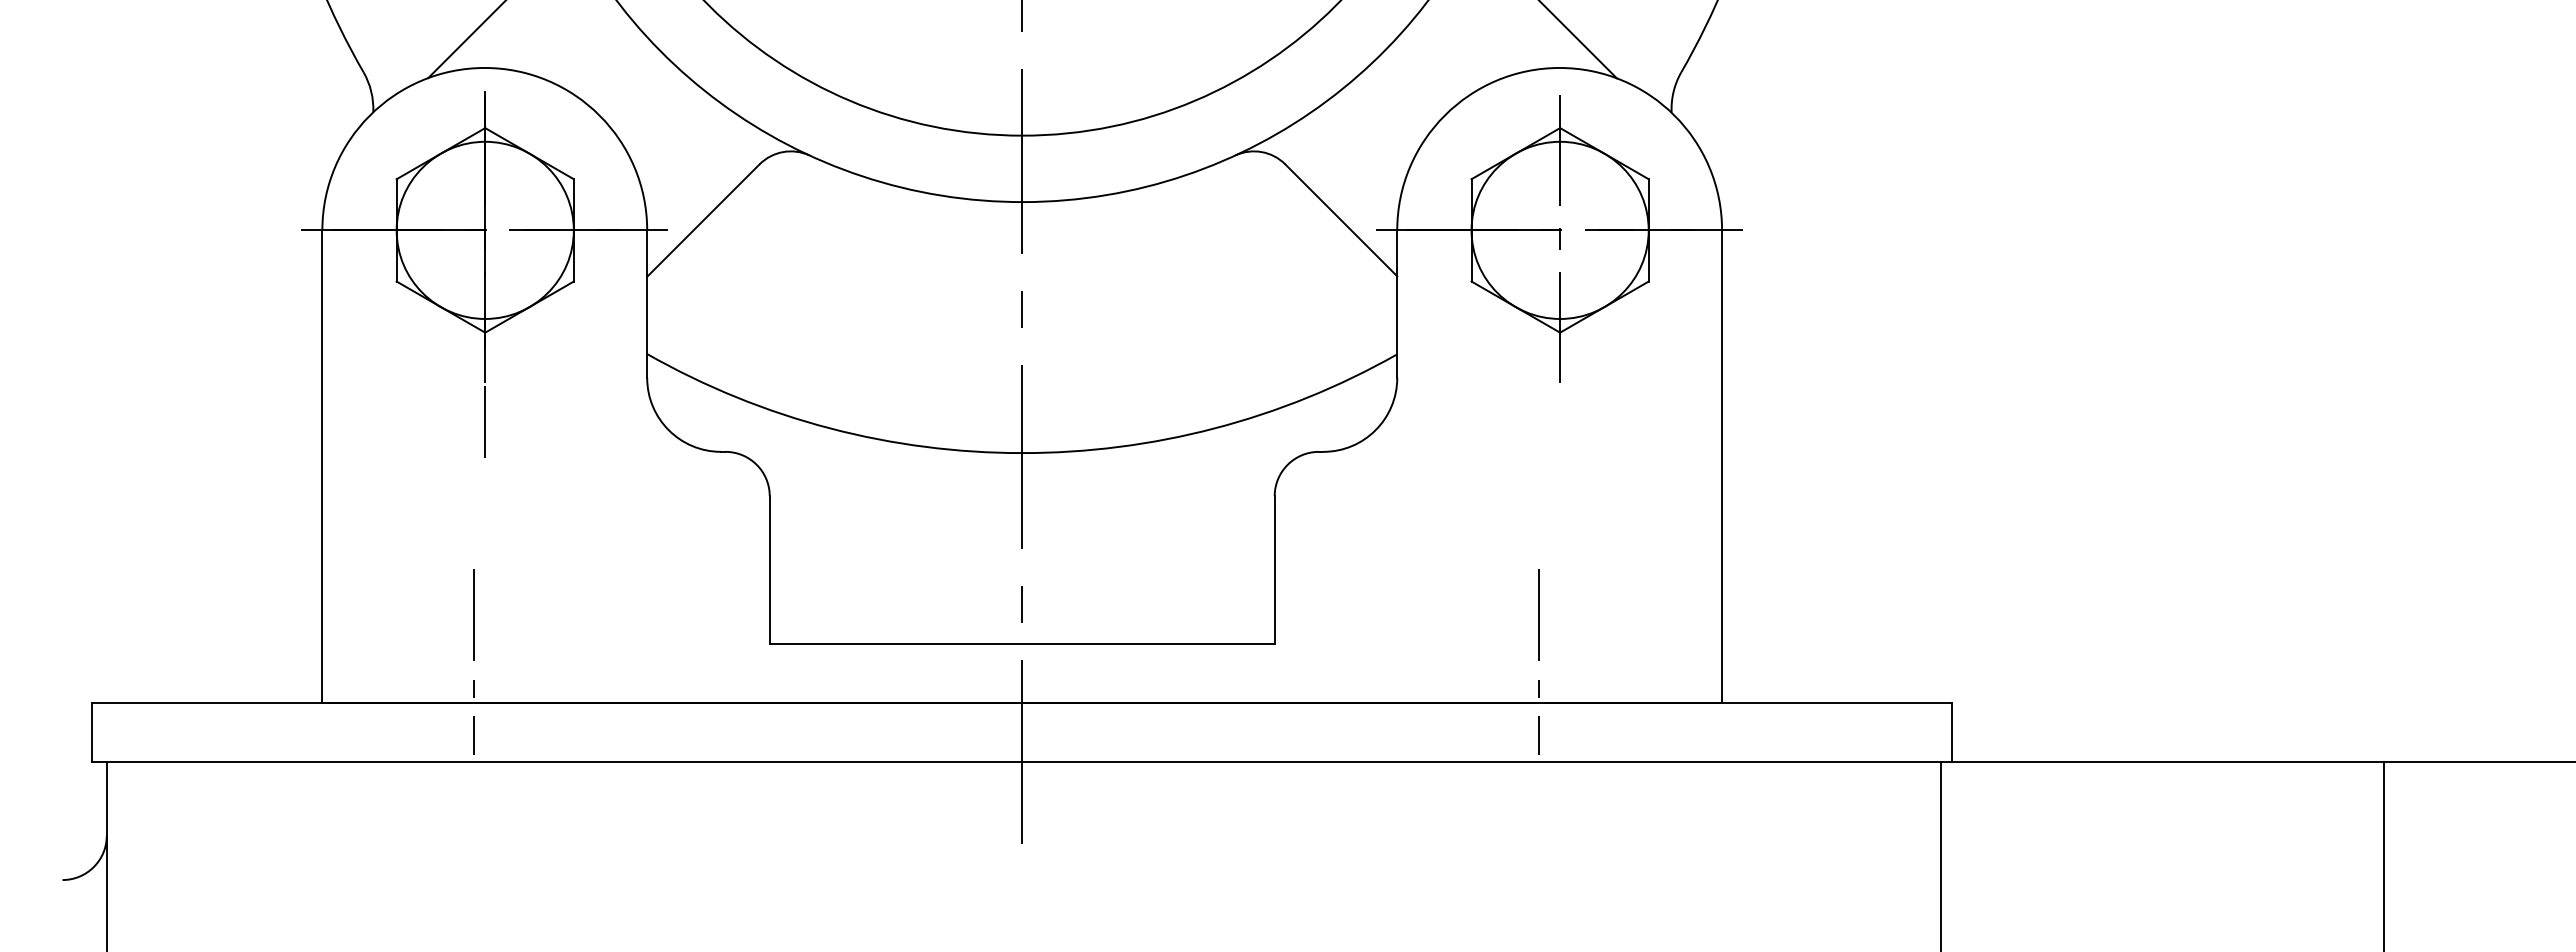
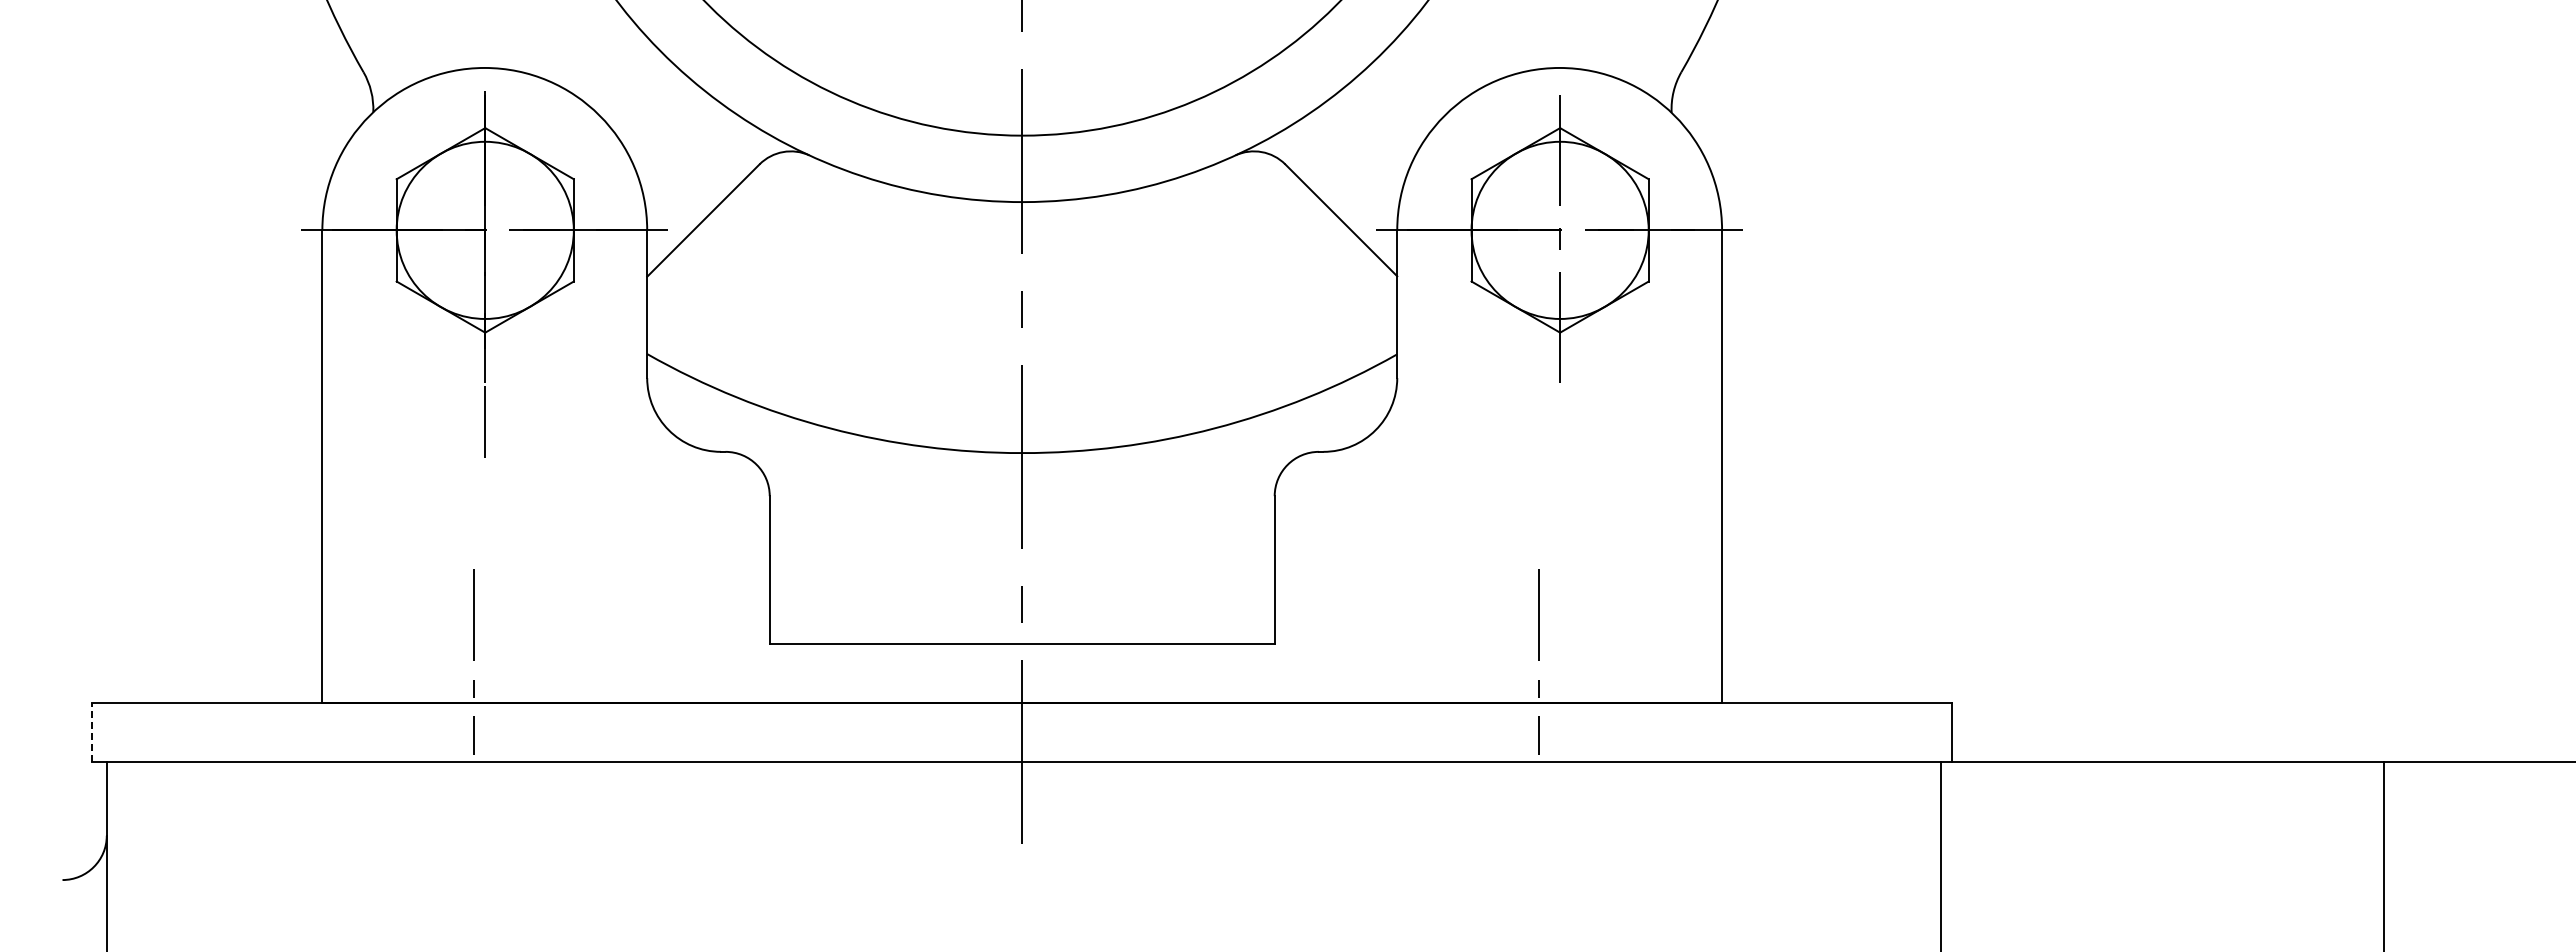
line at (466, 40): present -> none
line at (1578, 40): present -> none
line at (92, 732): solid -> dashed
